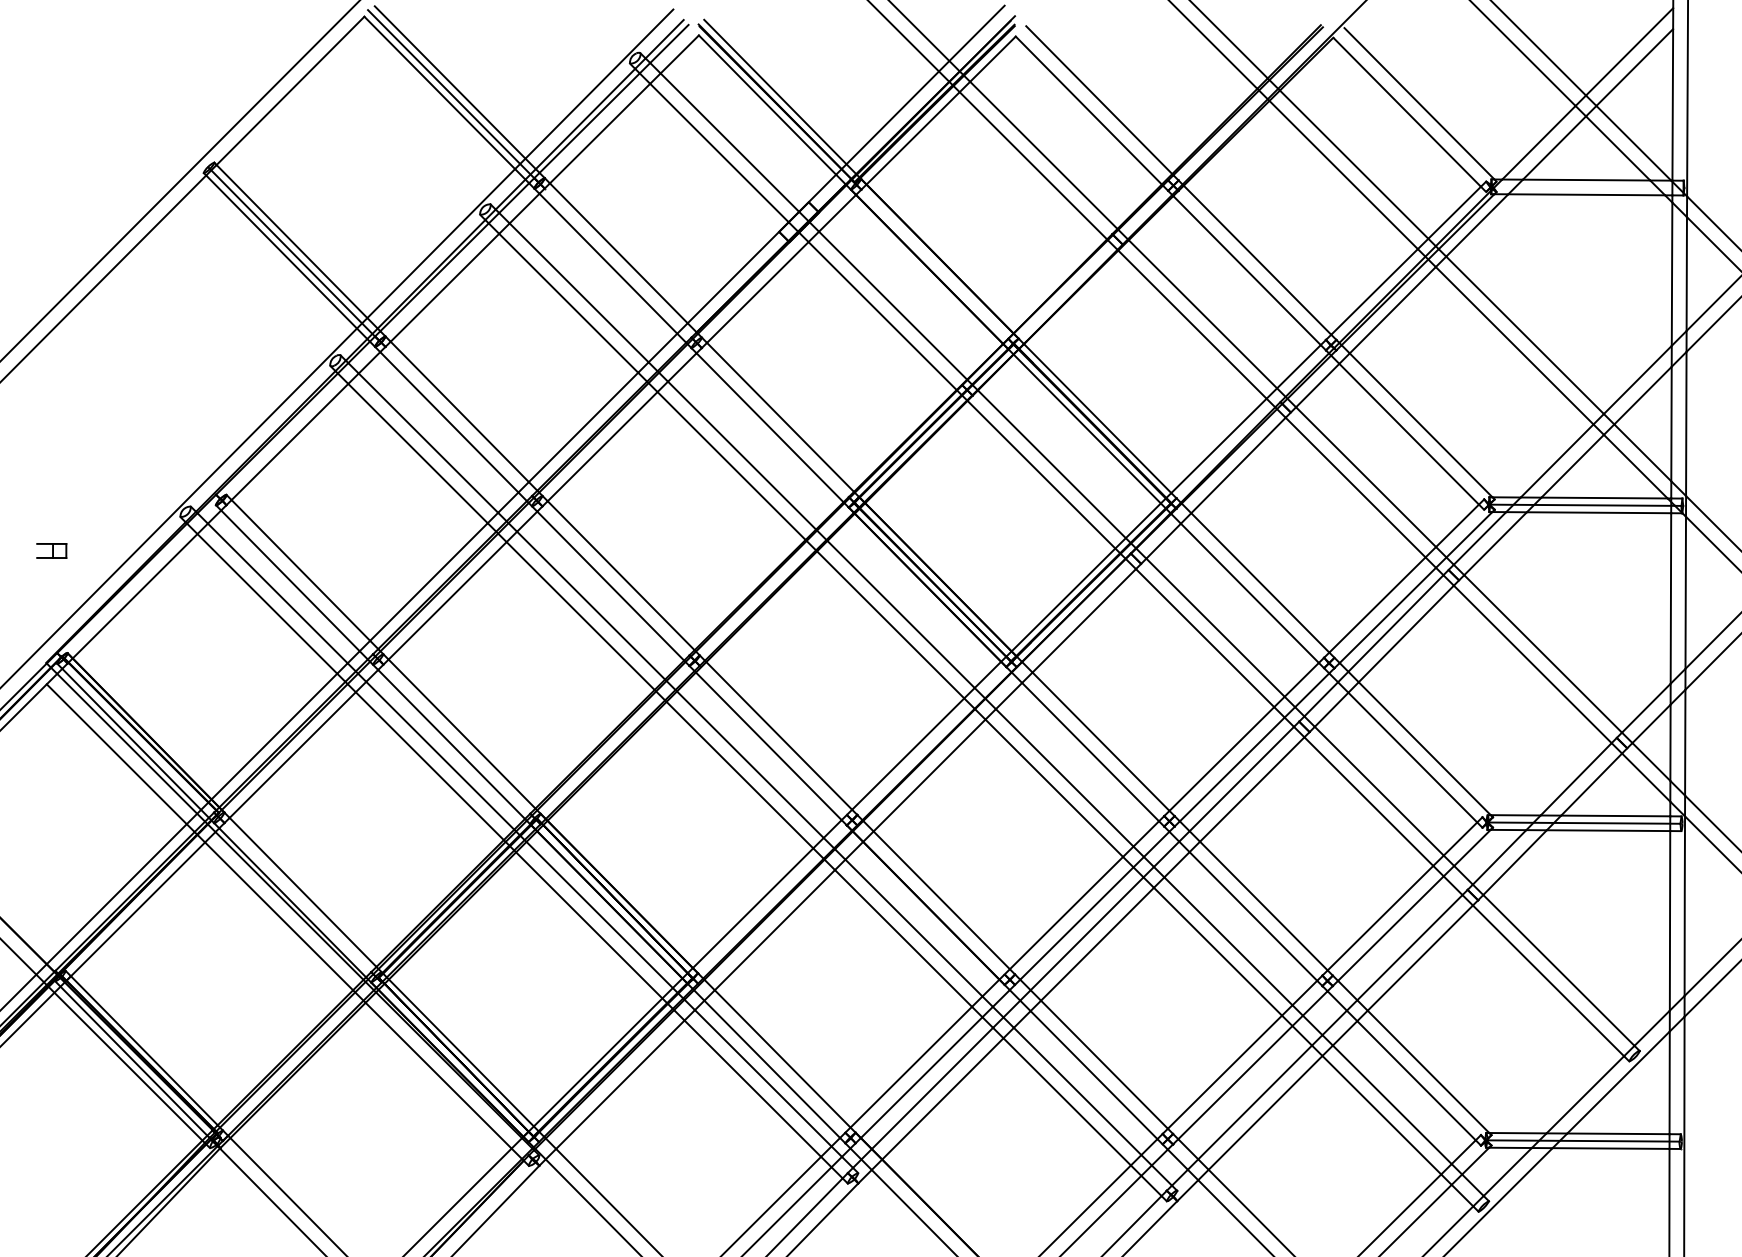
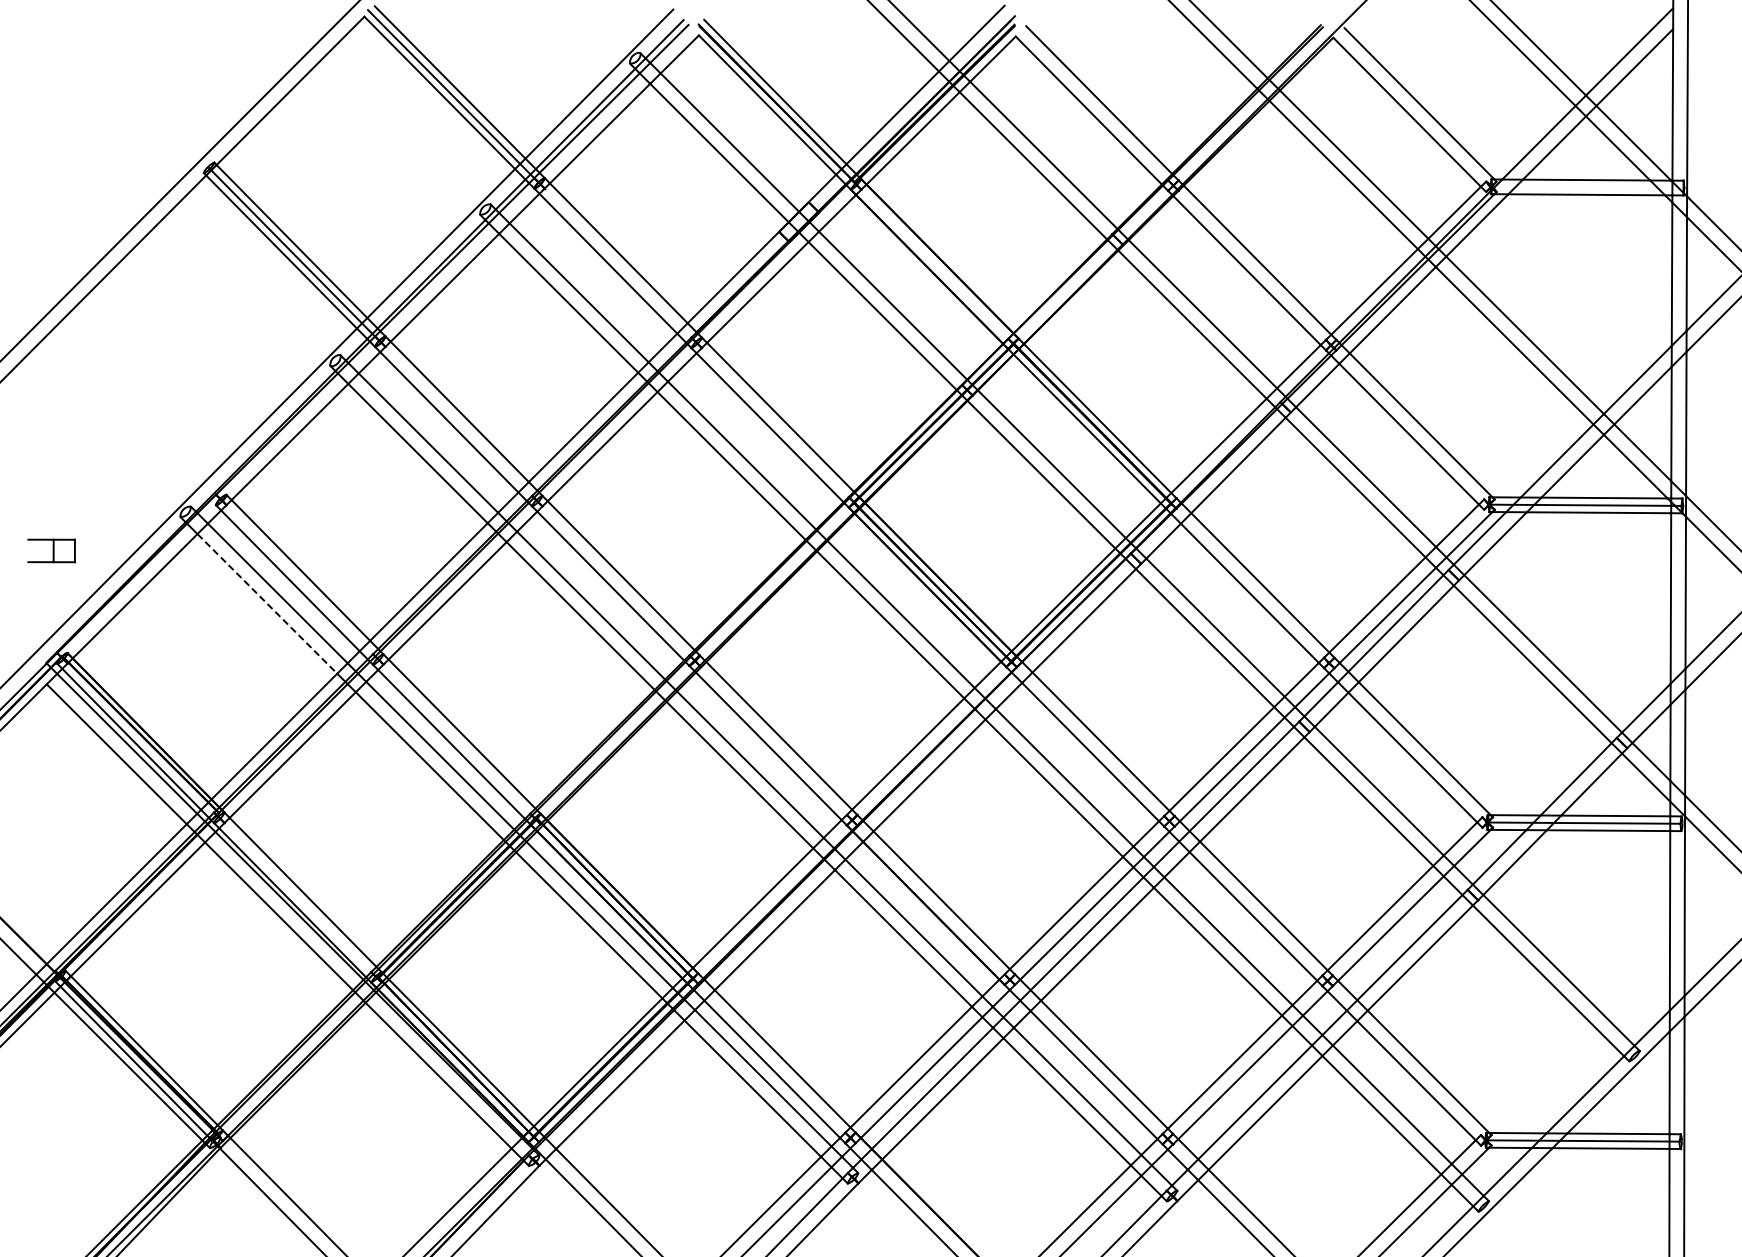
part at (51, 550) size: 32x16 px -> 49x26 px
line at (267, 603): solid -> dashed
